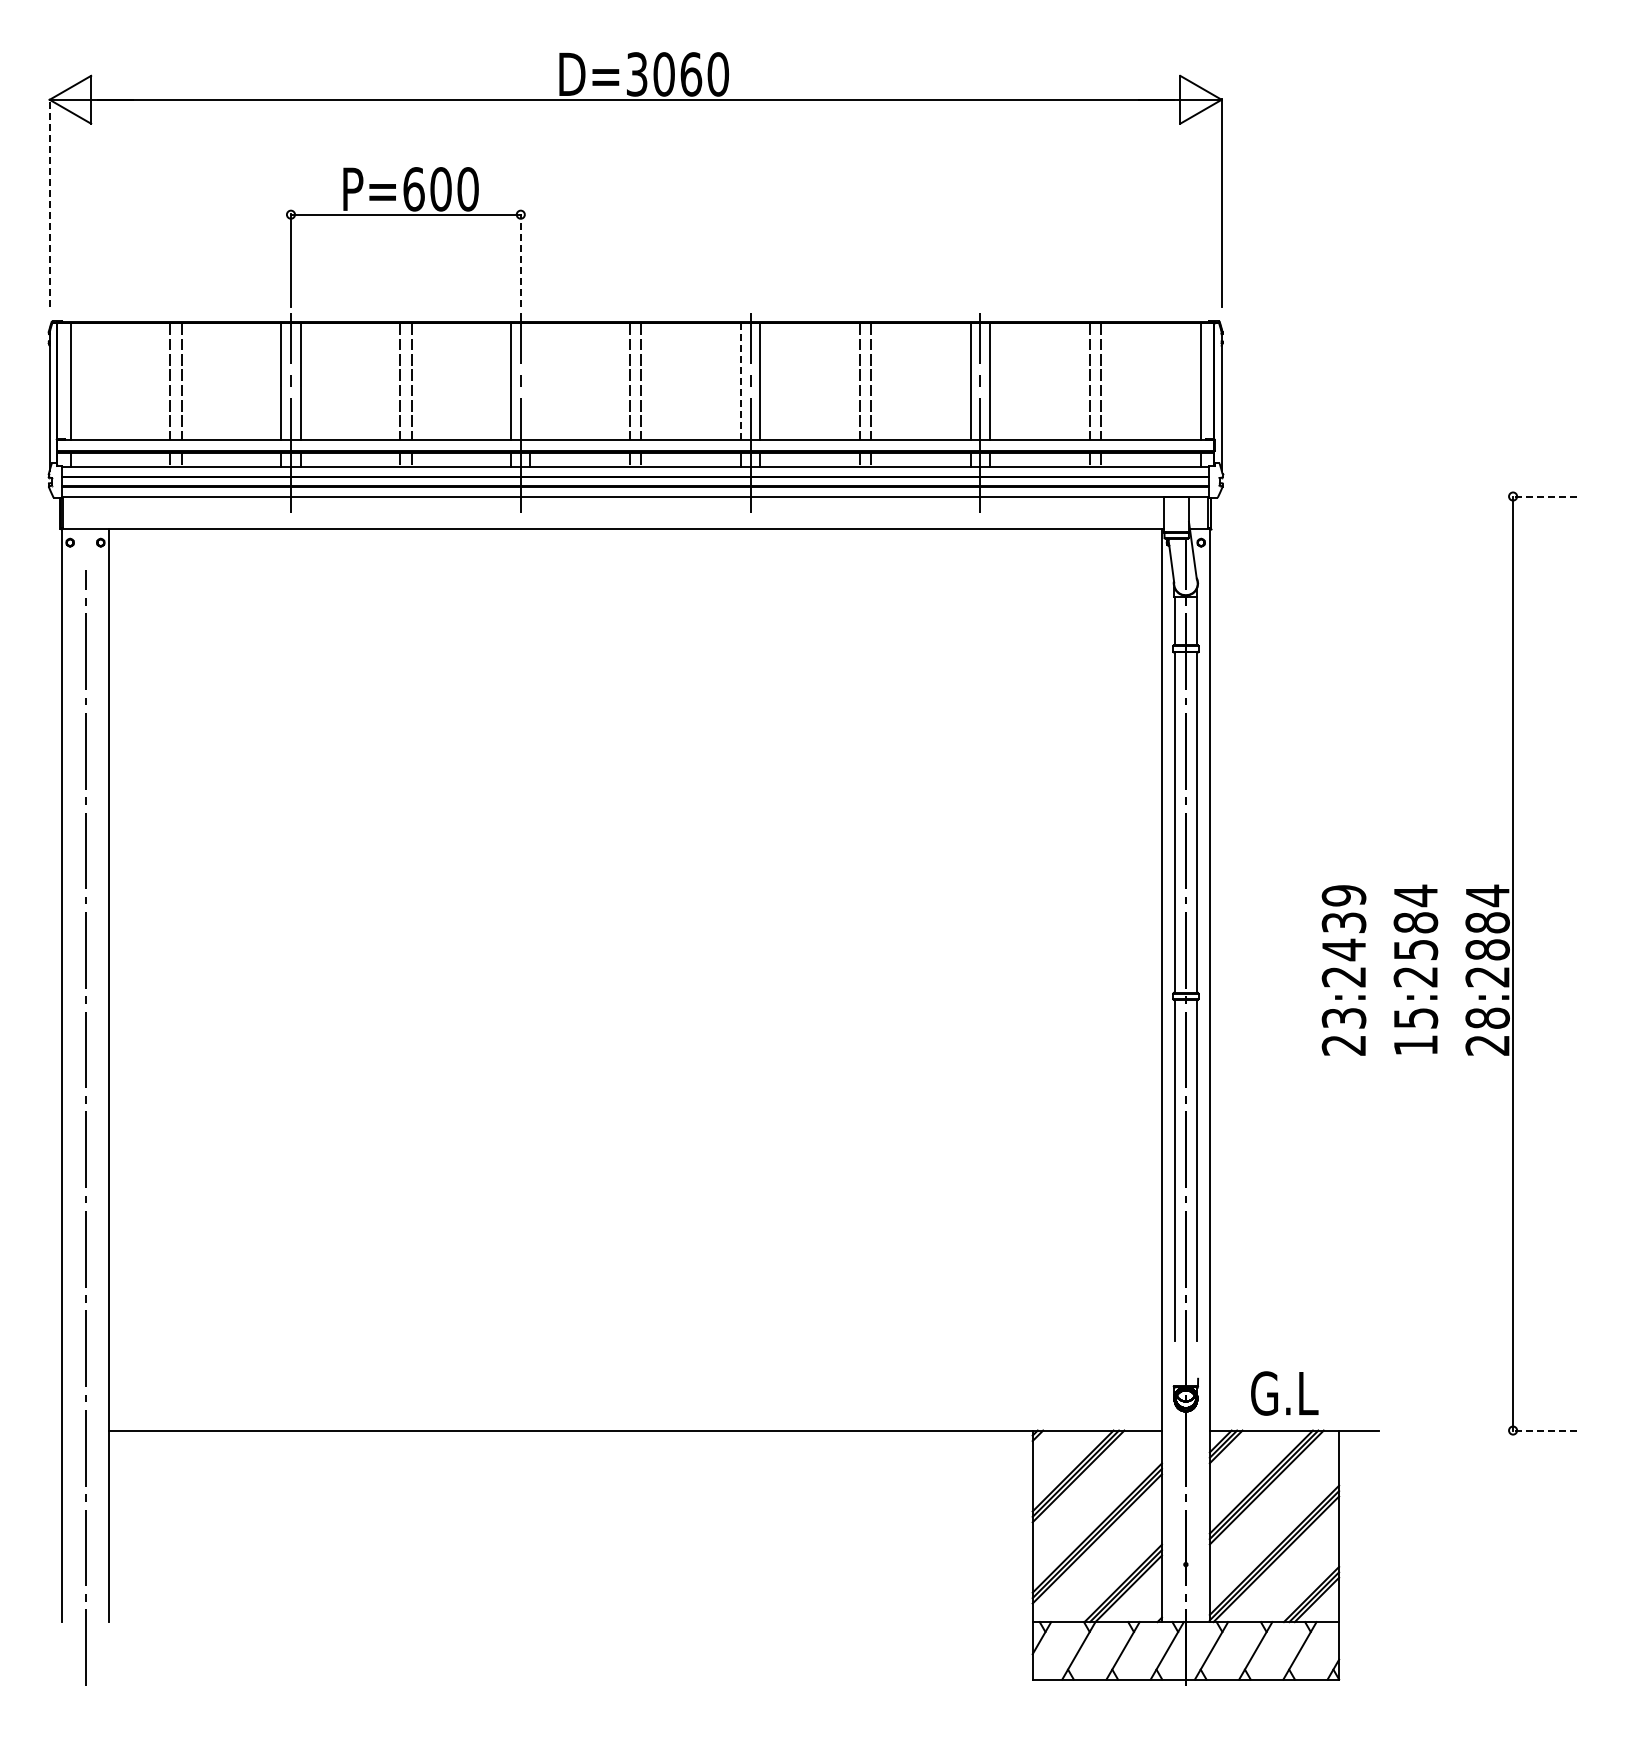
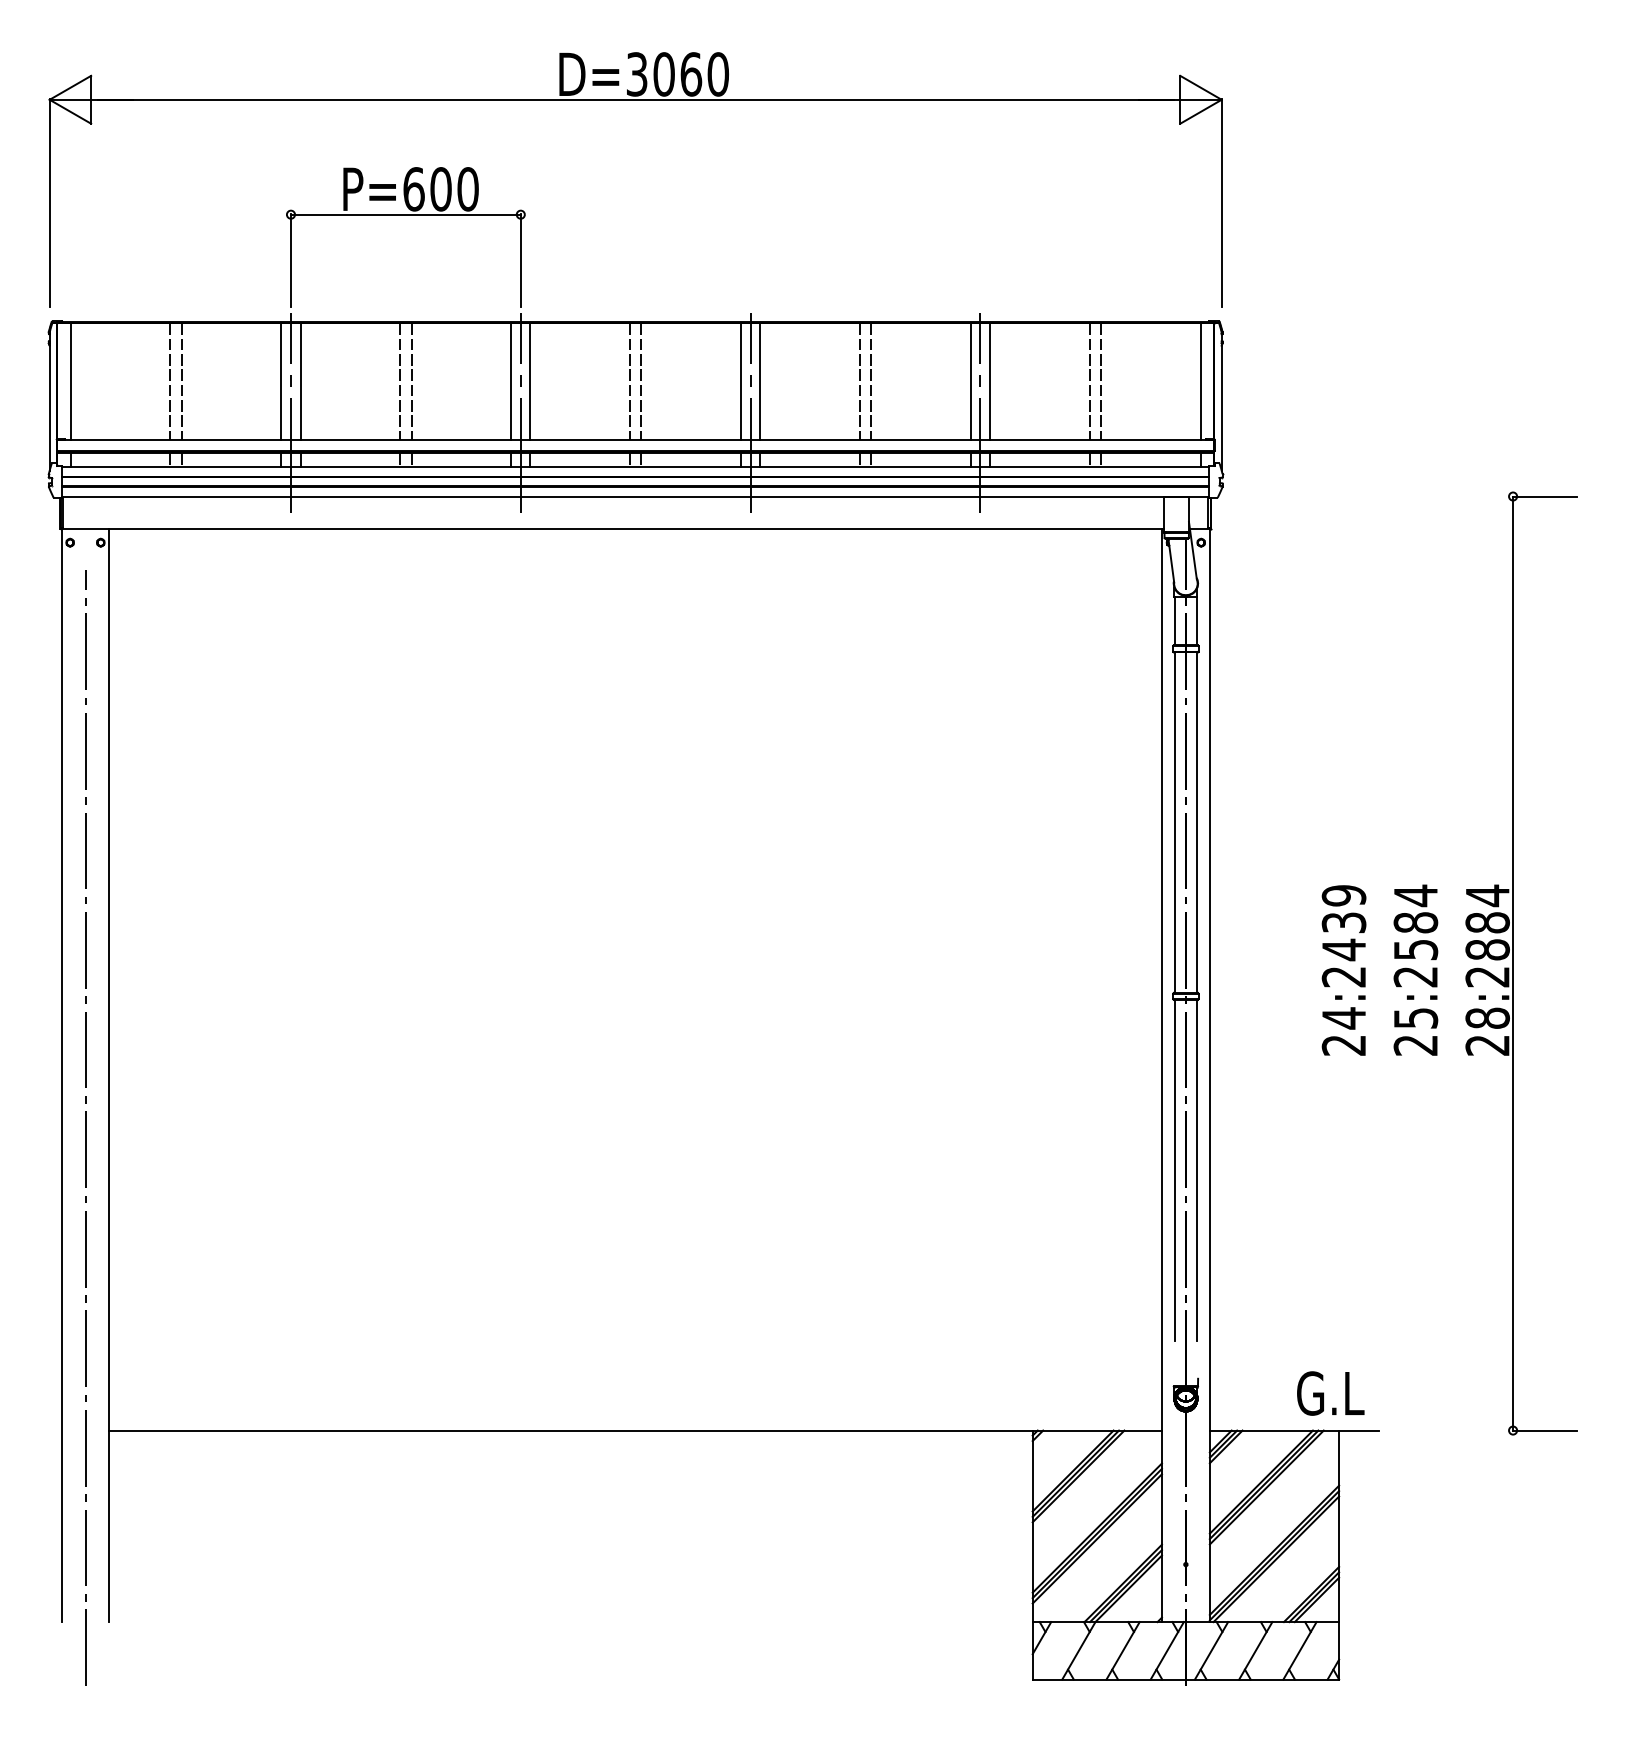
line at (49, 203): dashed -> solid
line at (520, 259): dashed -> solid
line at (530, 381): none -> present
line at (741, 382): dashed -> solid
line at (1544, 496): dashed -> solid
text at (1343, 1018): 23:2439 -> 24:2439
text at (1415, 1045): 15:2584 -> 25:2584
text at (1284, 1393) position: (1284, 1393) -> (1330, 1393)
line at (1544, 1430): dashed -> solid
